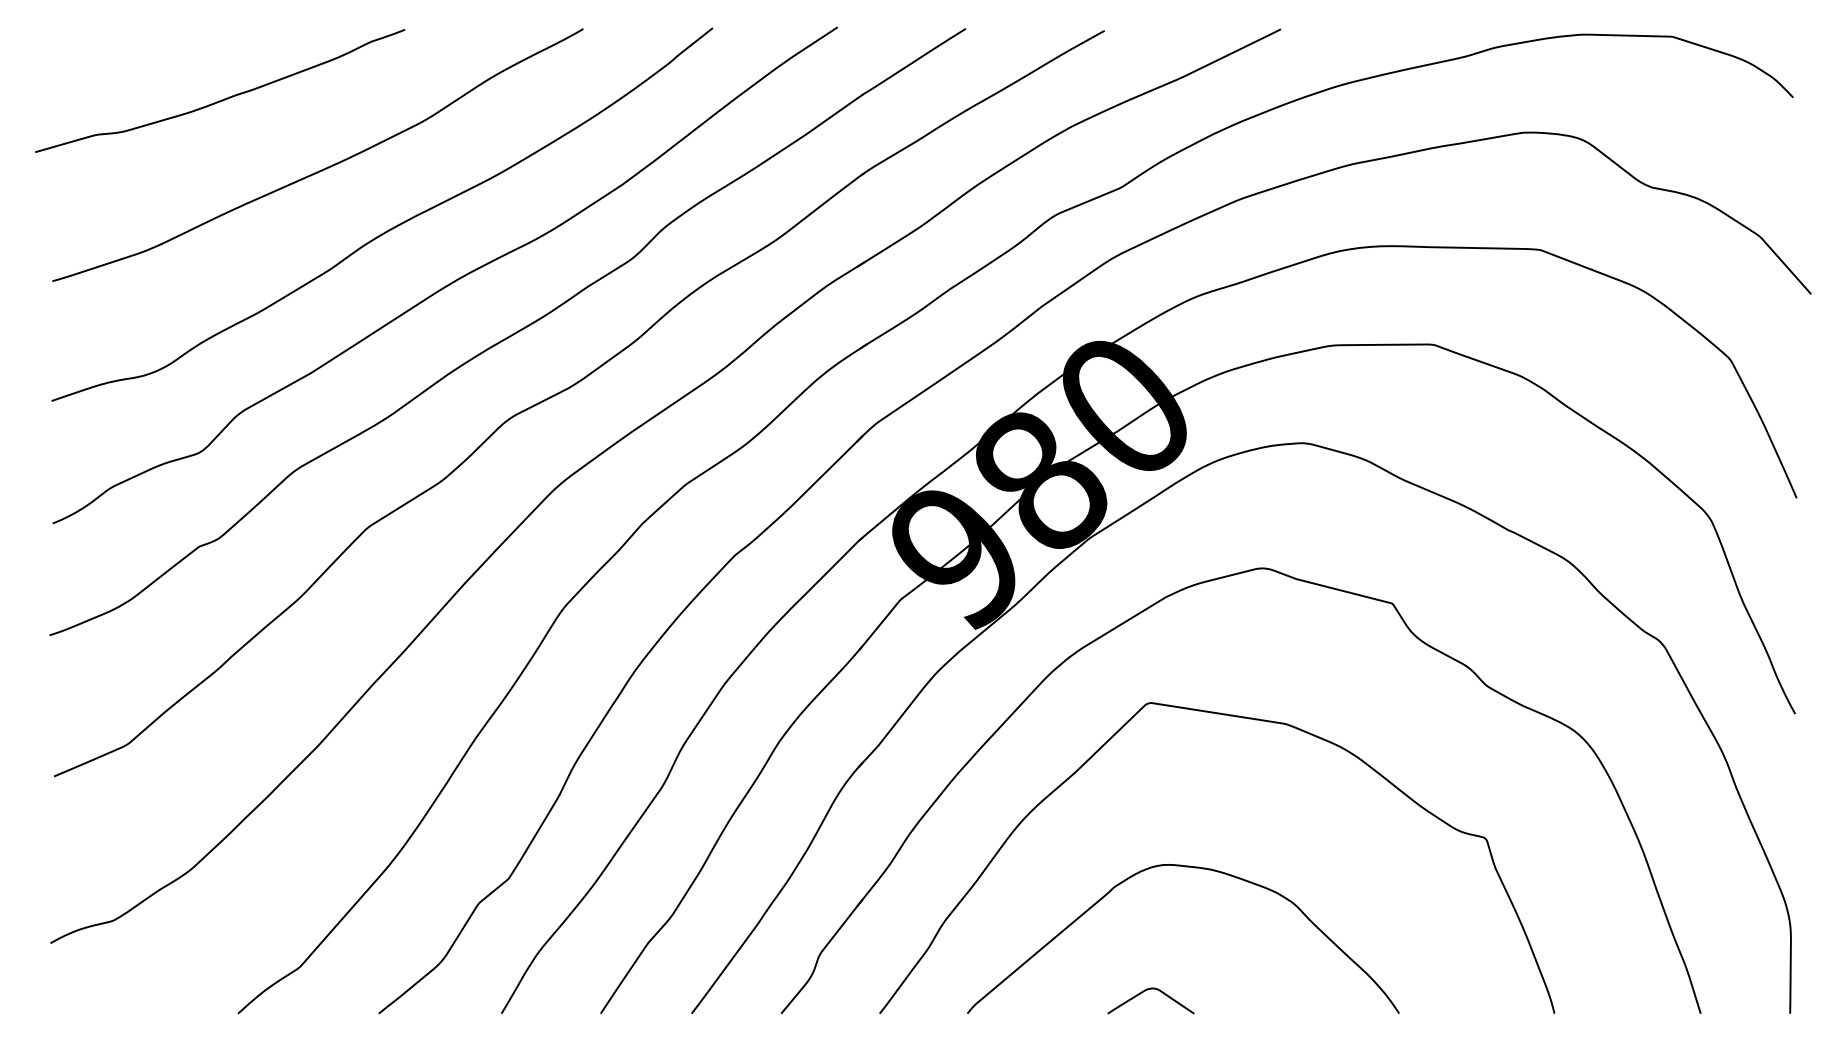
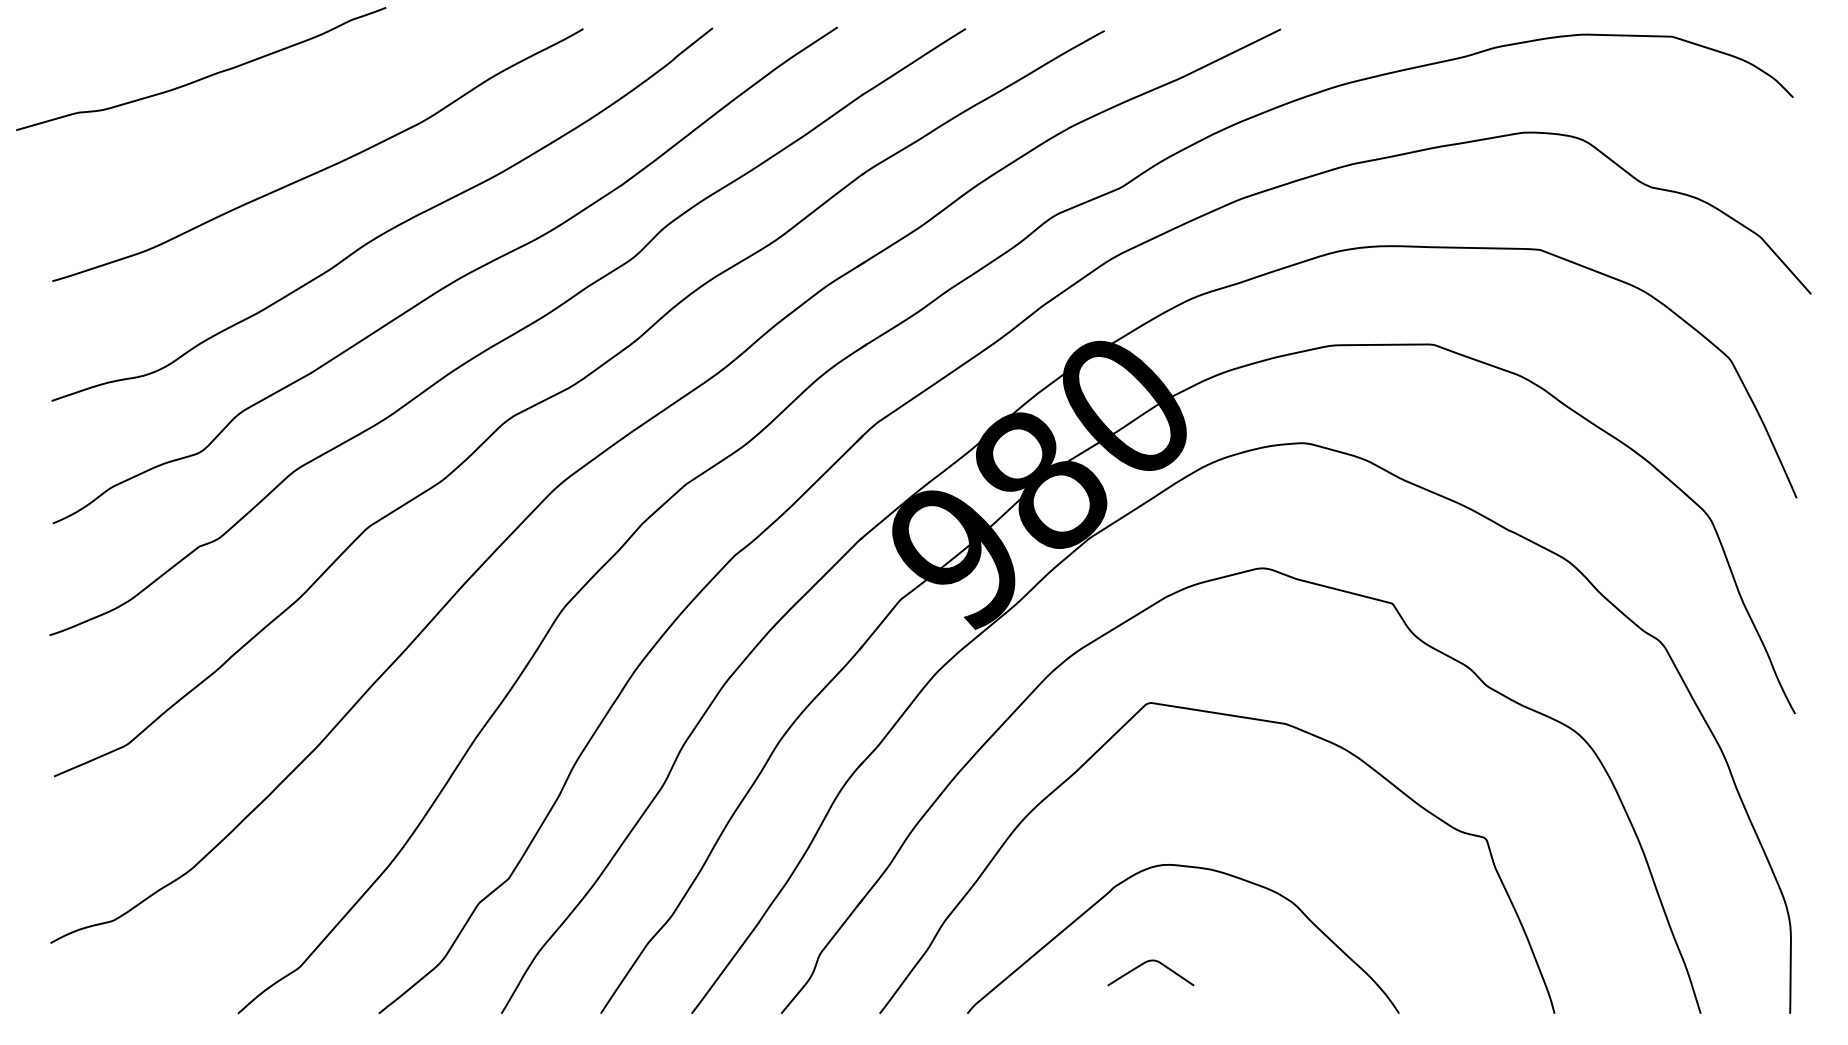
curve at (224, 98) position: (224, 98) -> (205, 76)
curve at (1145, 991) position: (1145, 991) -> (1145, 963)
